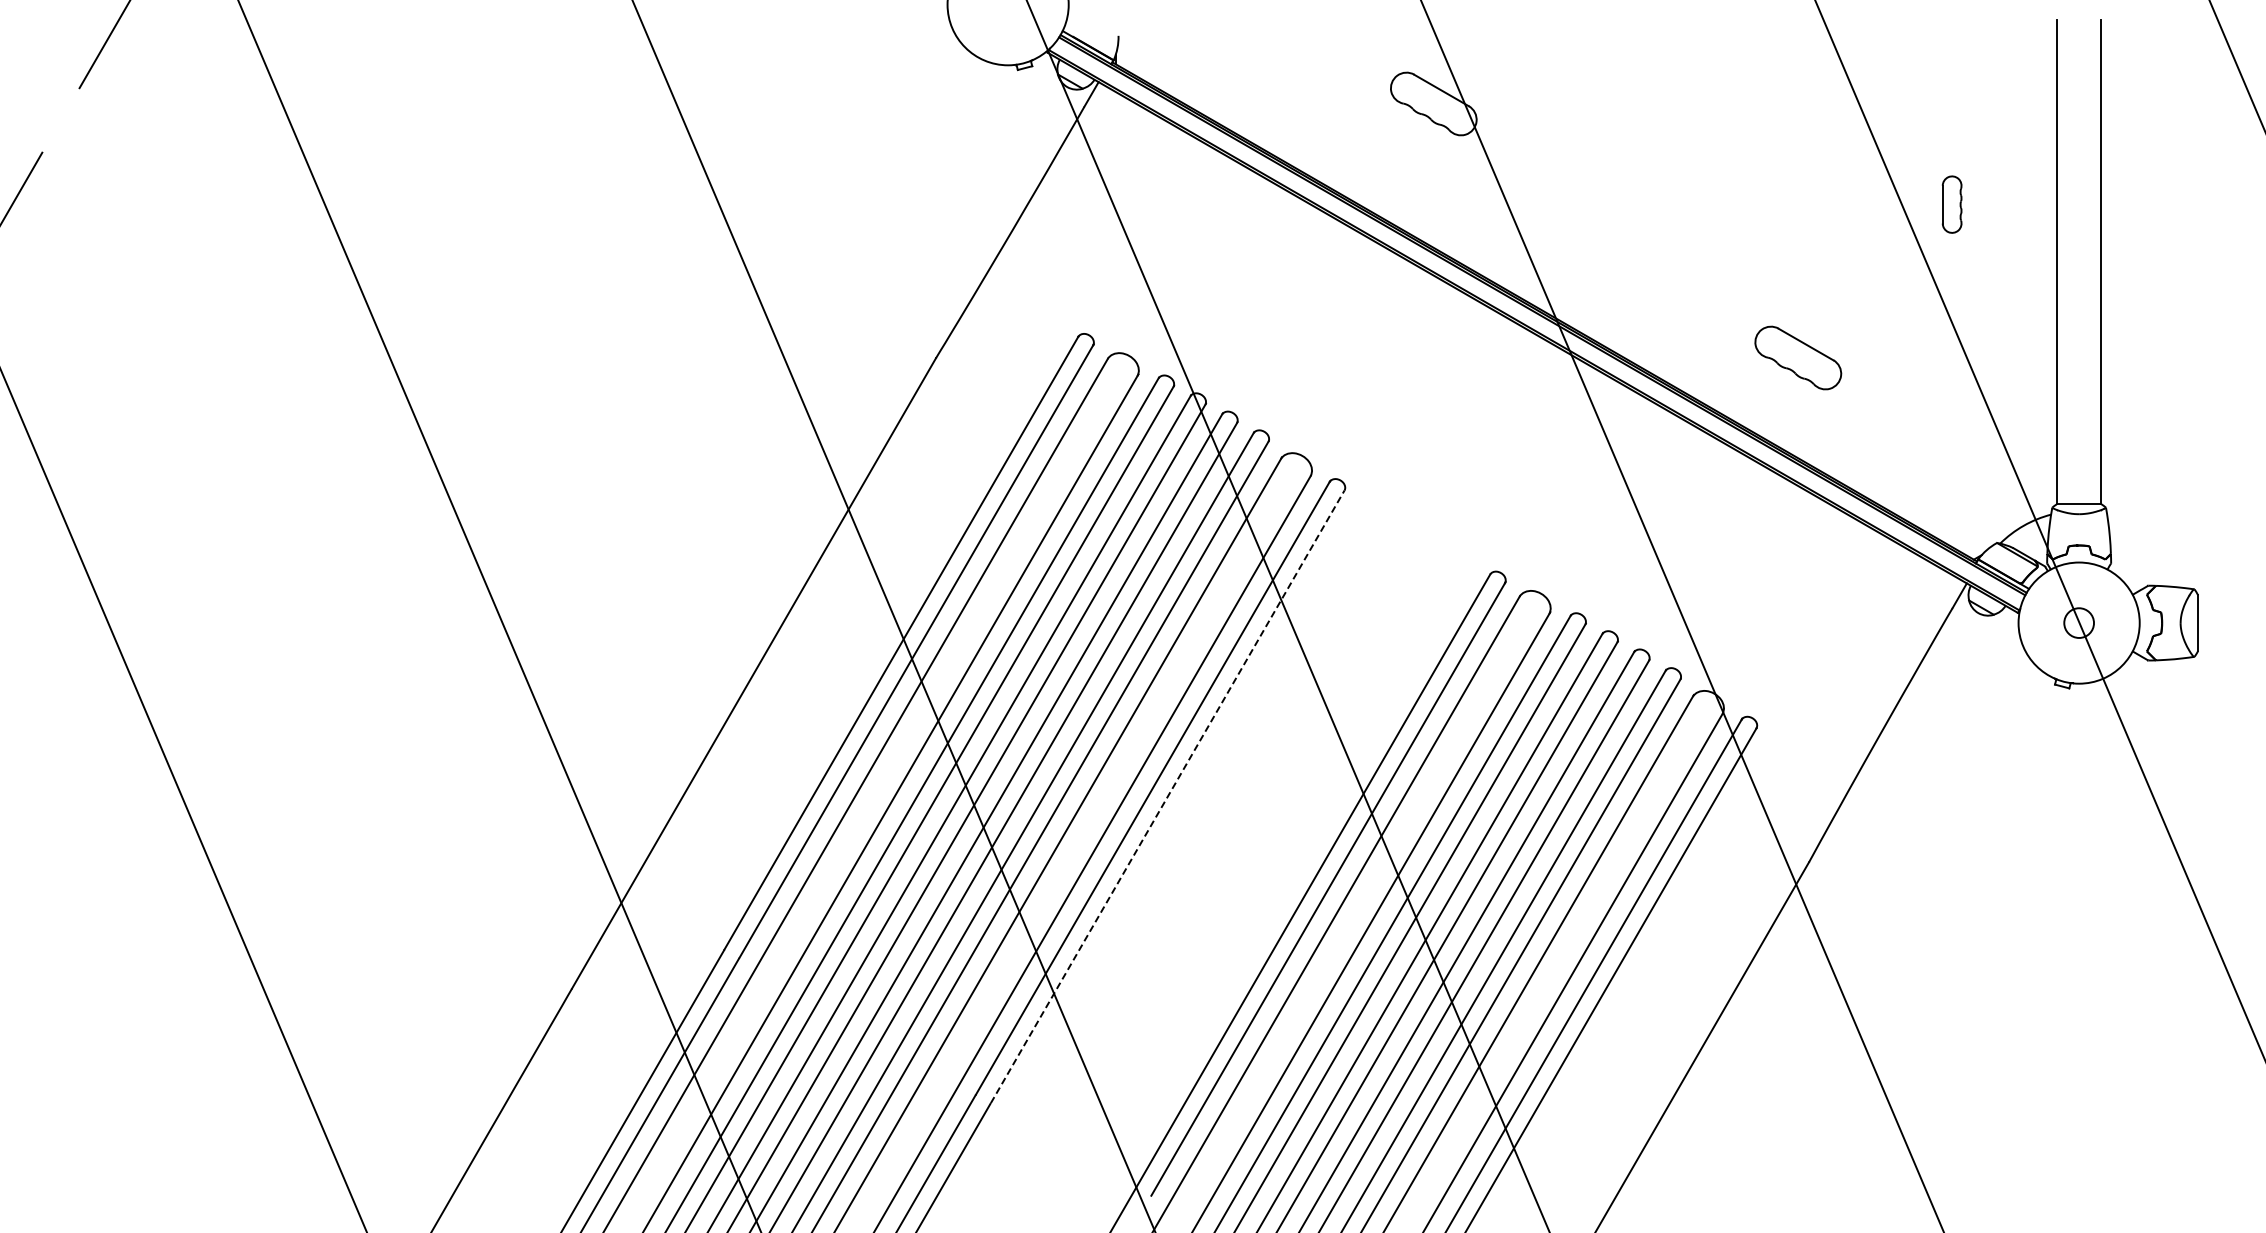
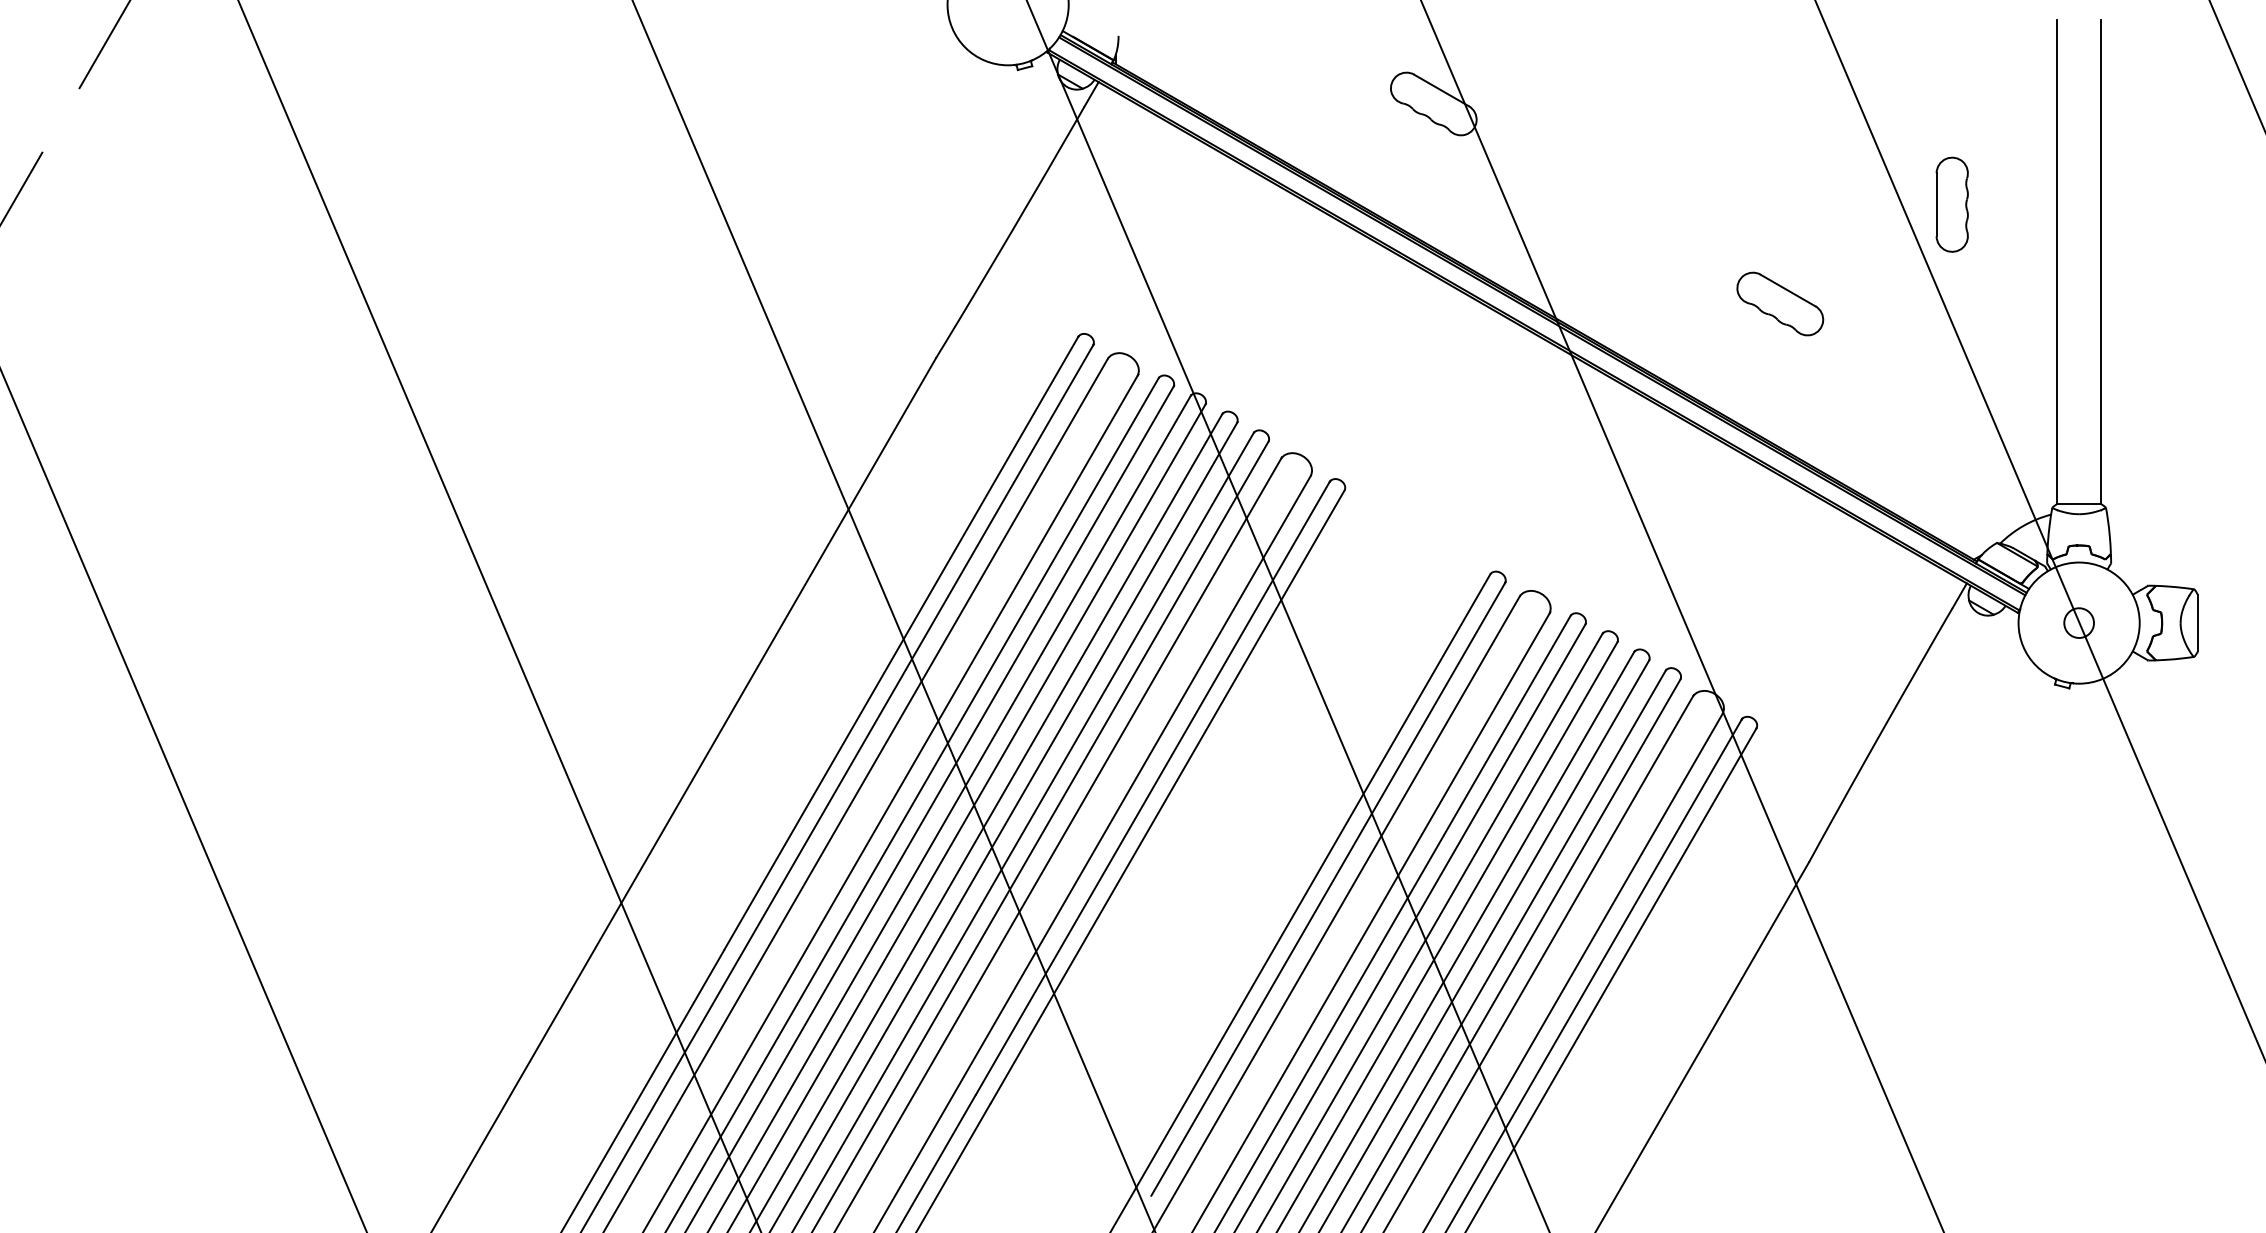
part at (1951, 204) size: 22x59 px -> 34x97 px
part at (1798, 357) position: (1798, 357) -> (1780, 303)
line at (1167, 796): dashed -> solid
